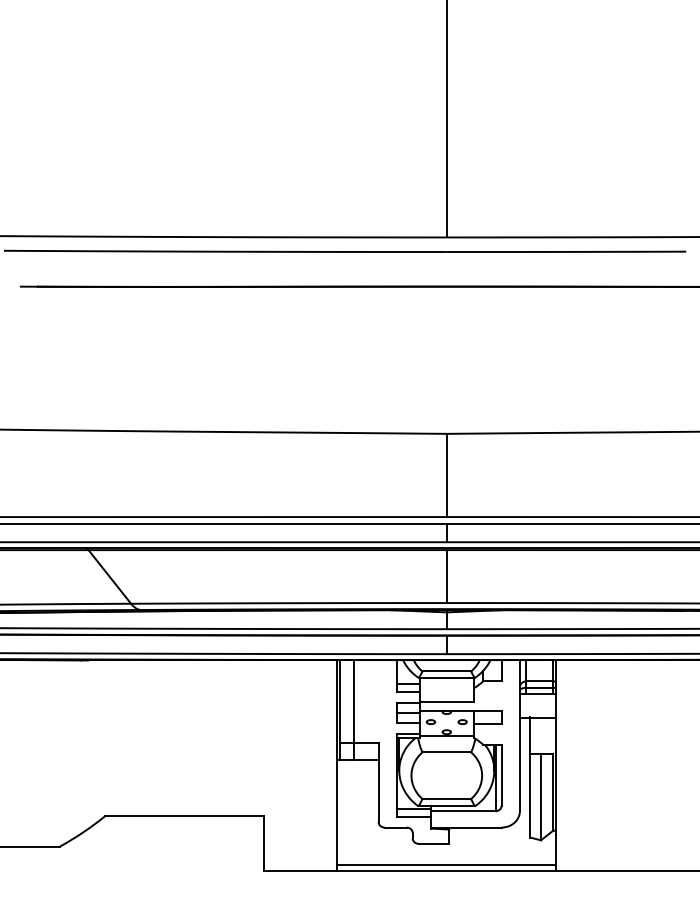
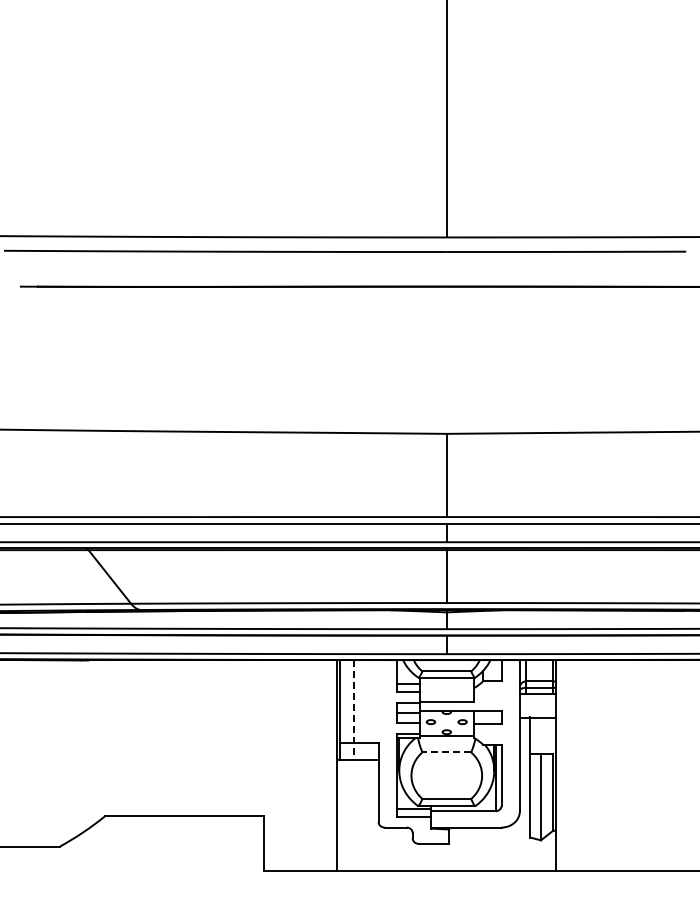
line at (354, 710): solid -> dashed
line at (446, 752): solid -> dashed
line at (446, 865): present -> none
